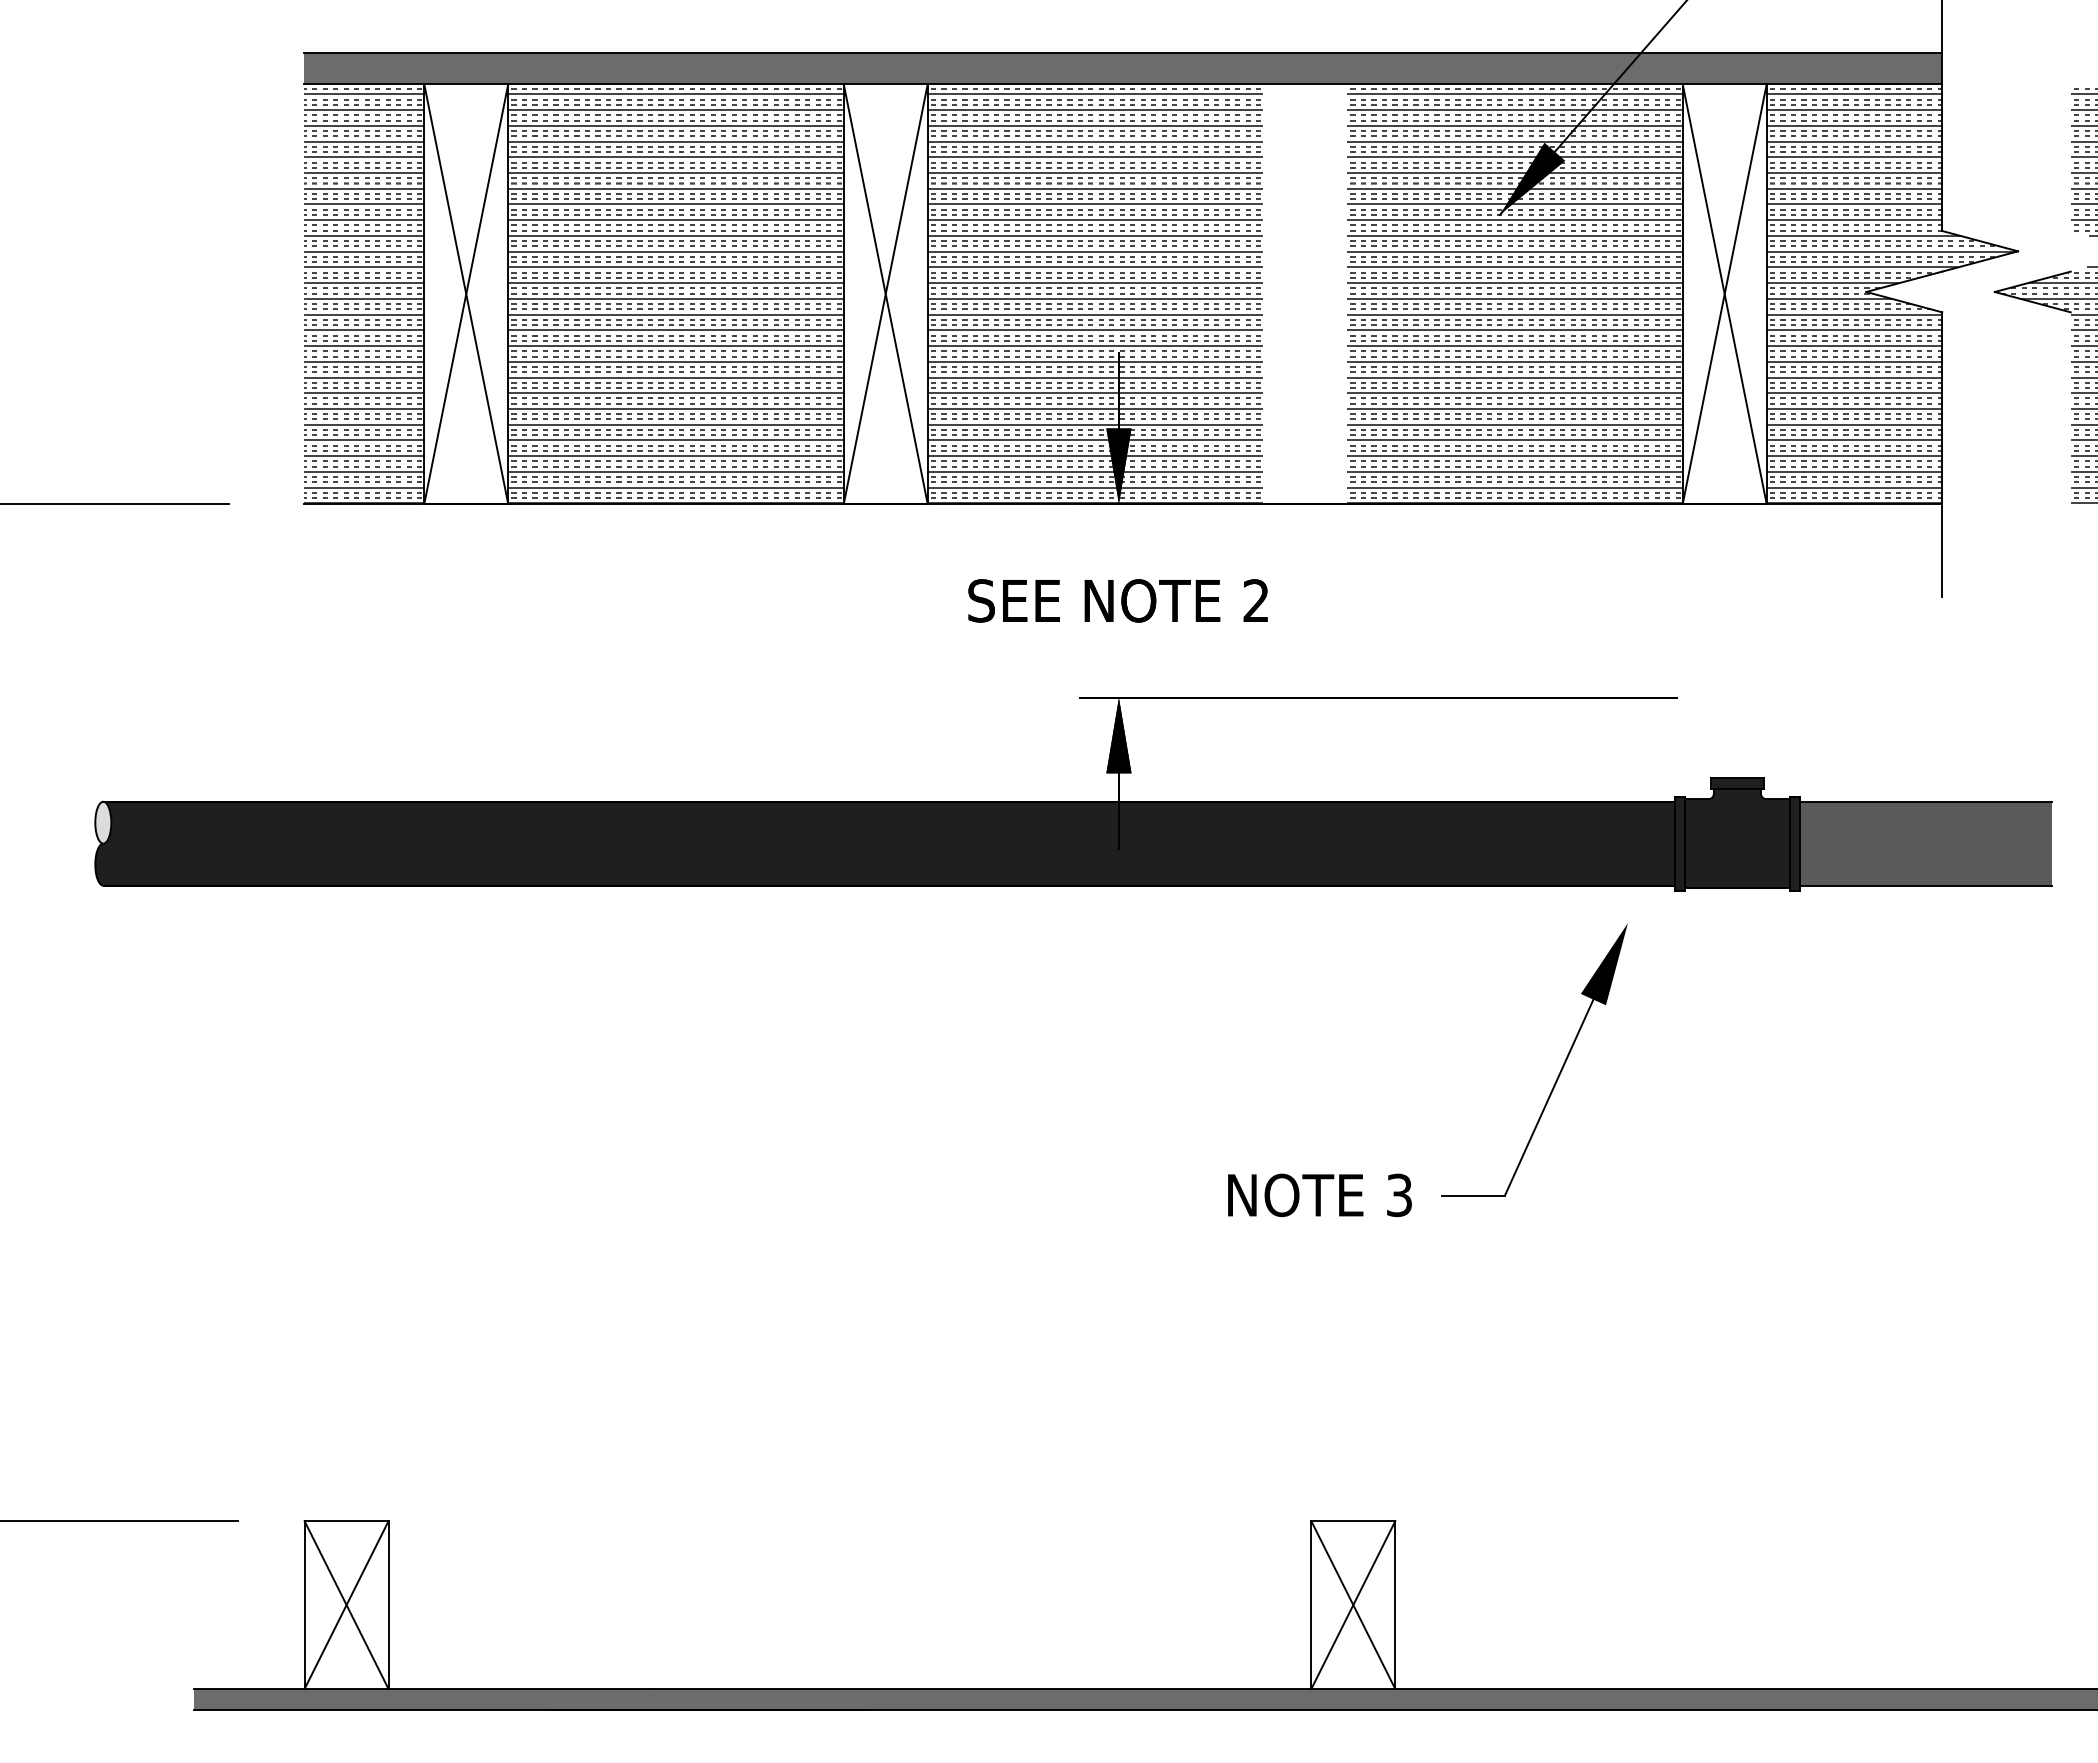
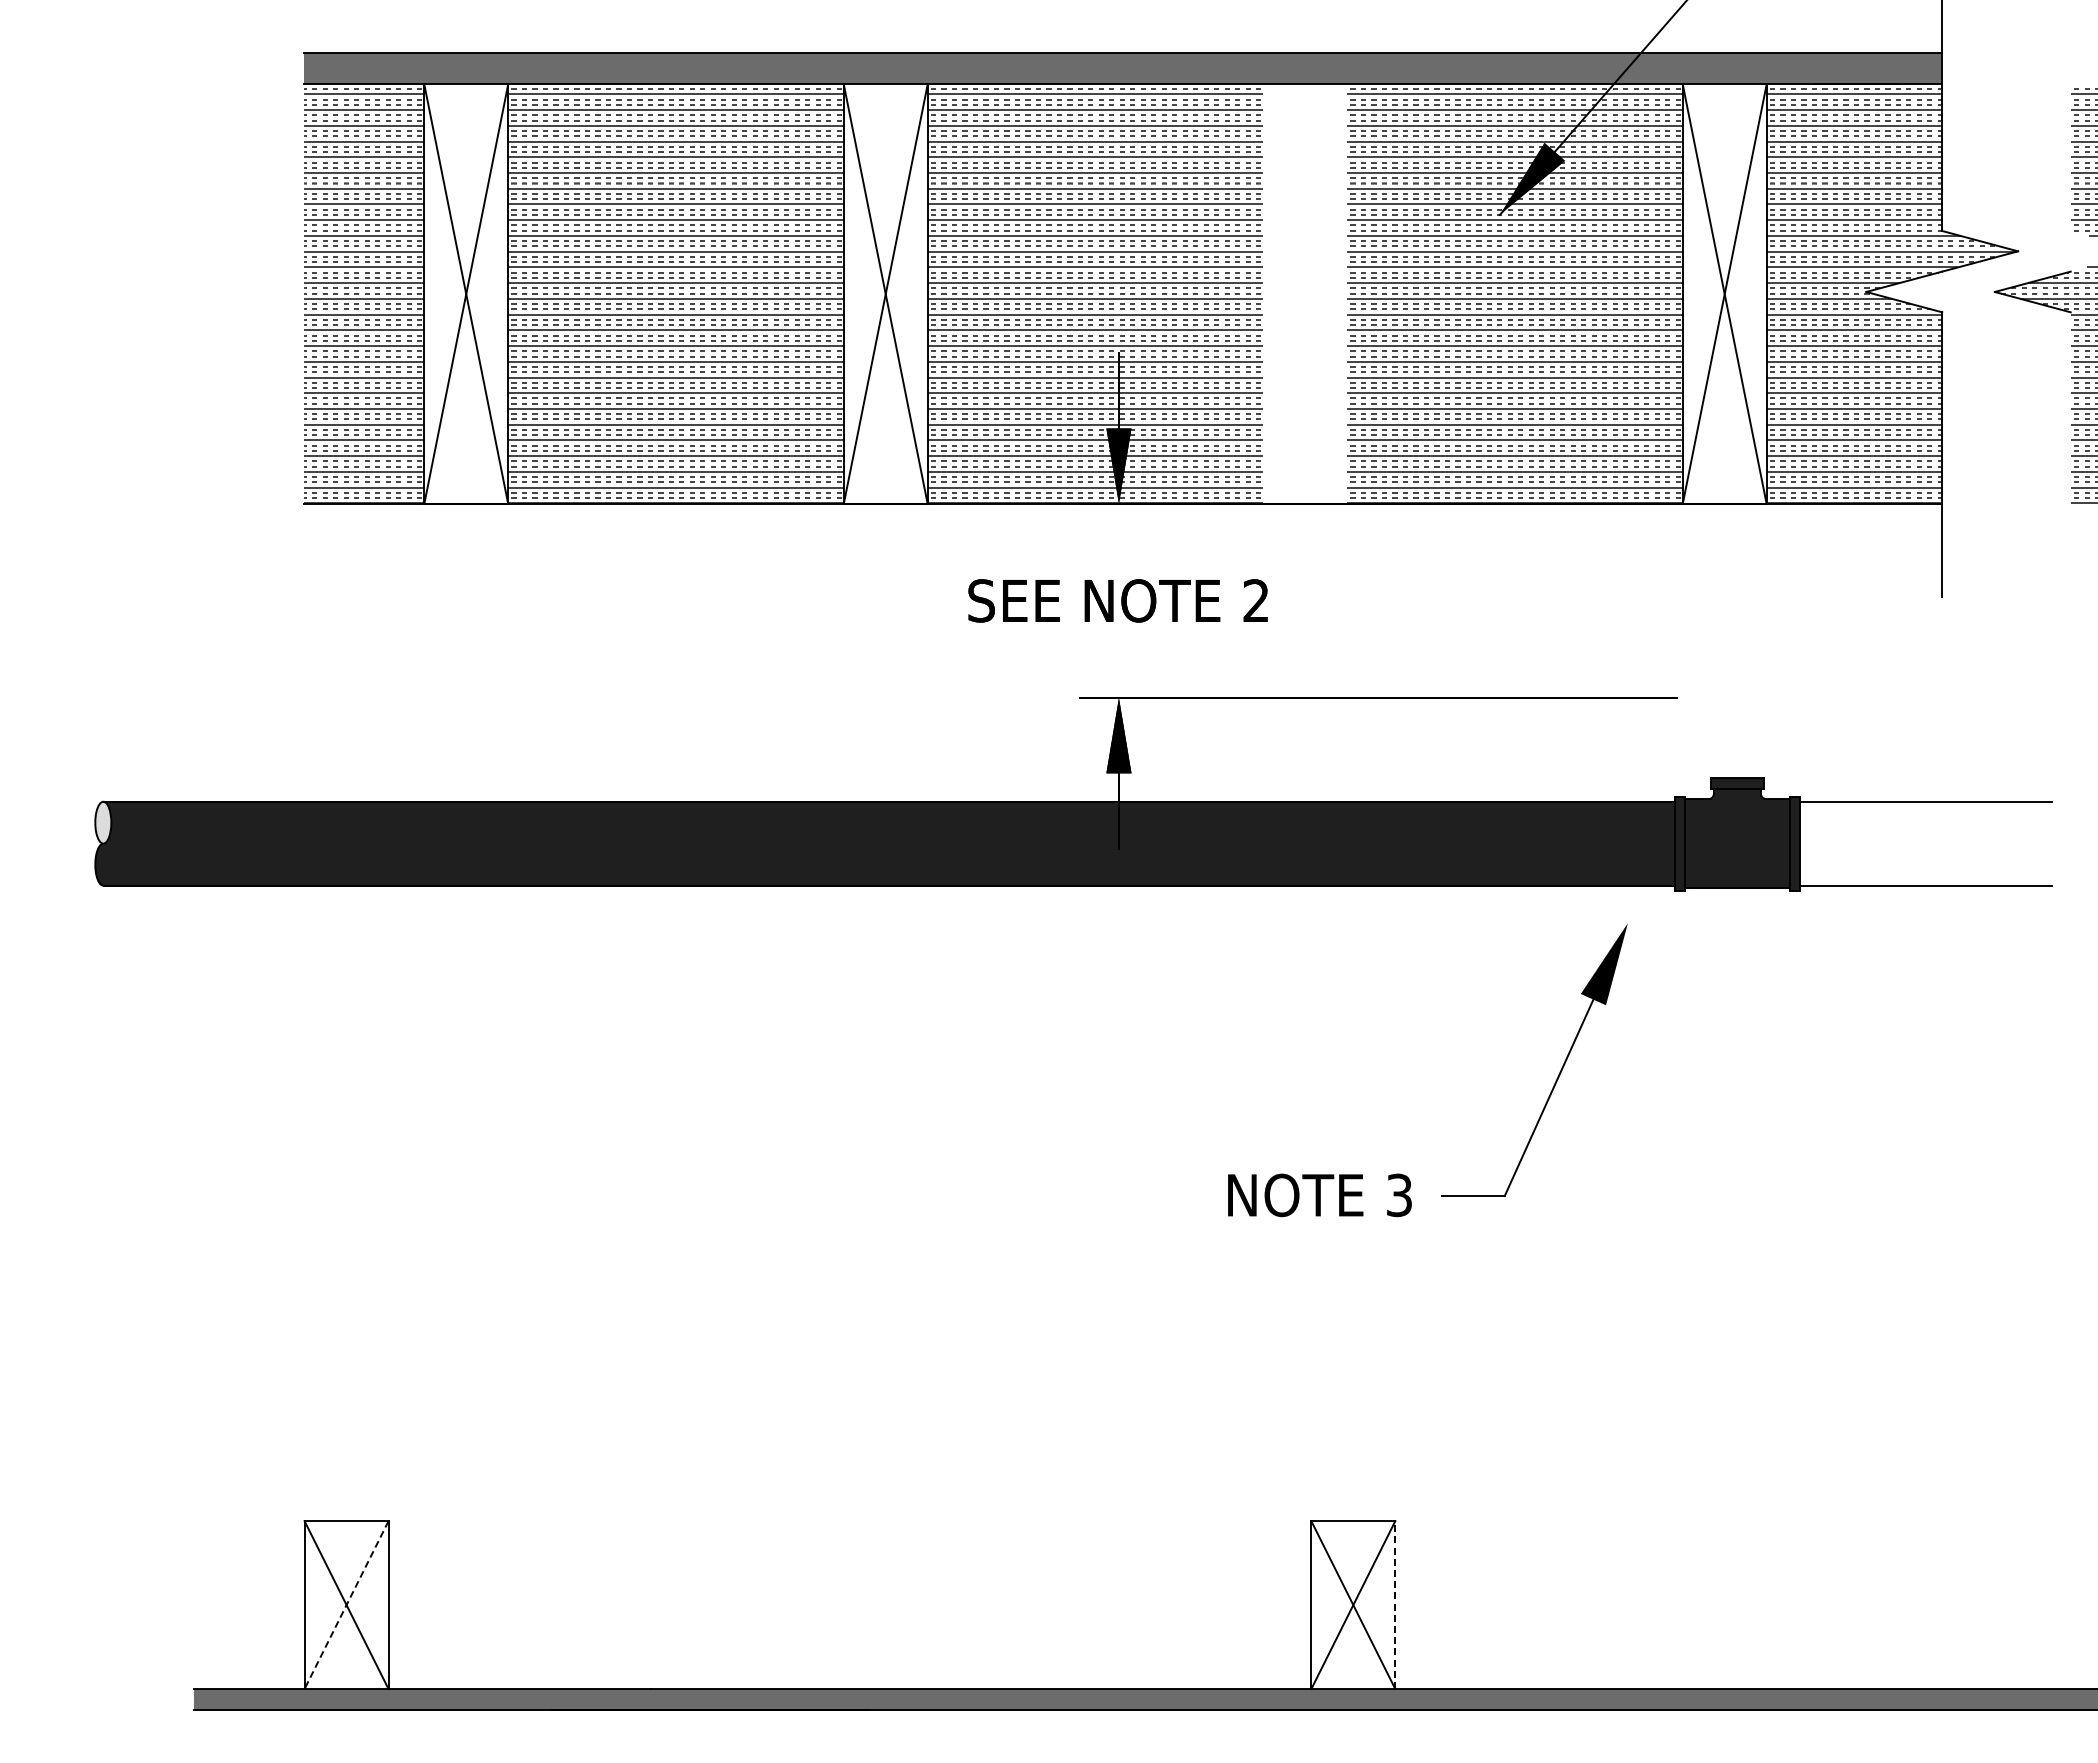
line at (115, 503): present -> none
fill at (1926, 843): present -> none
line at (120, 1521): present -> none
line at (346, 1605): solid -> dashed
line at (1395, 1605): solid -> dashed
